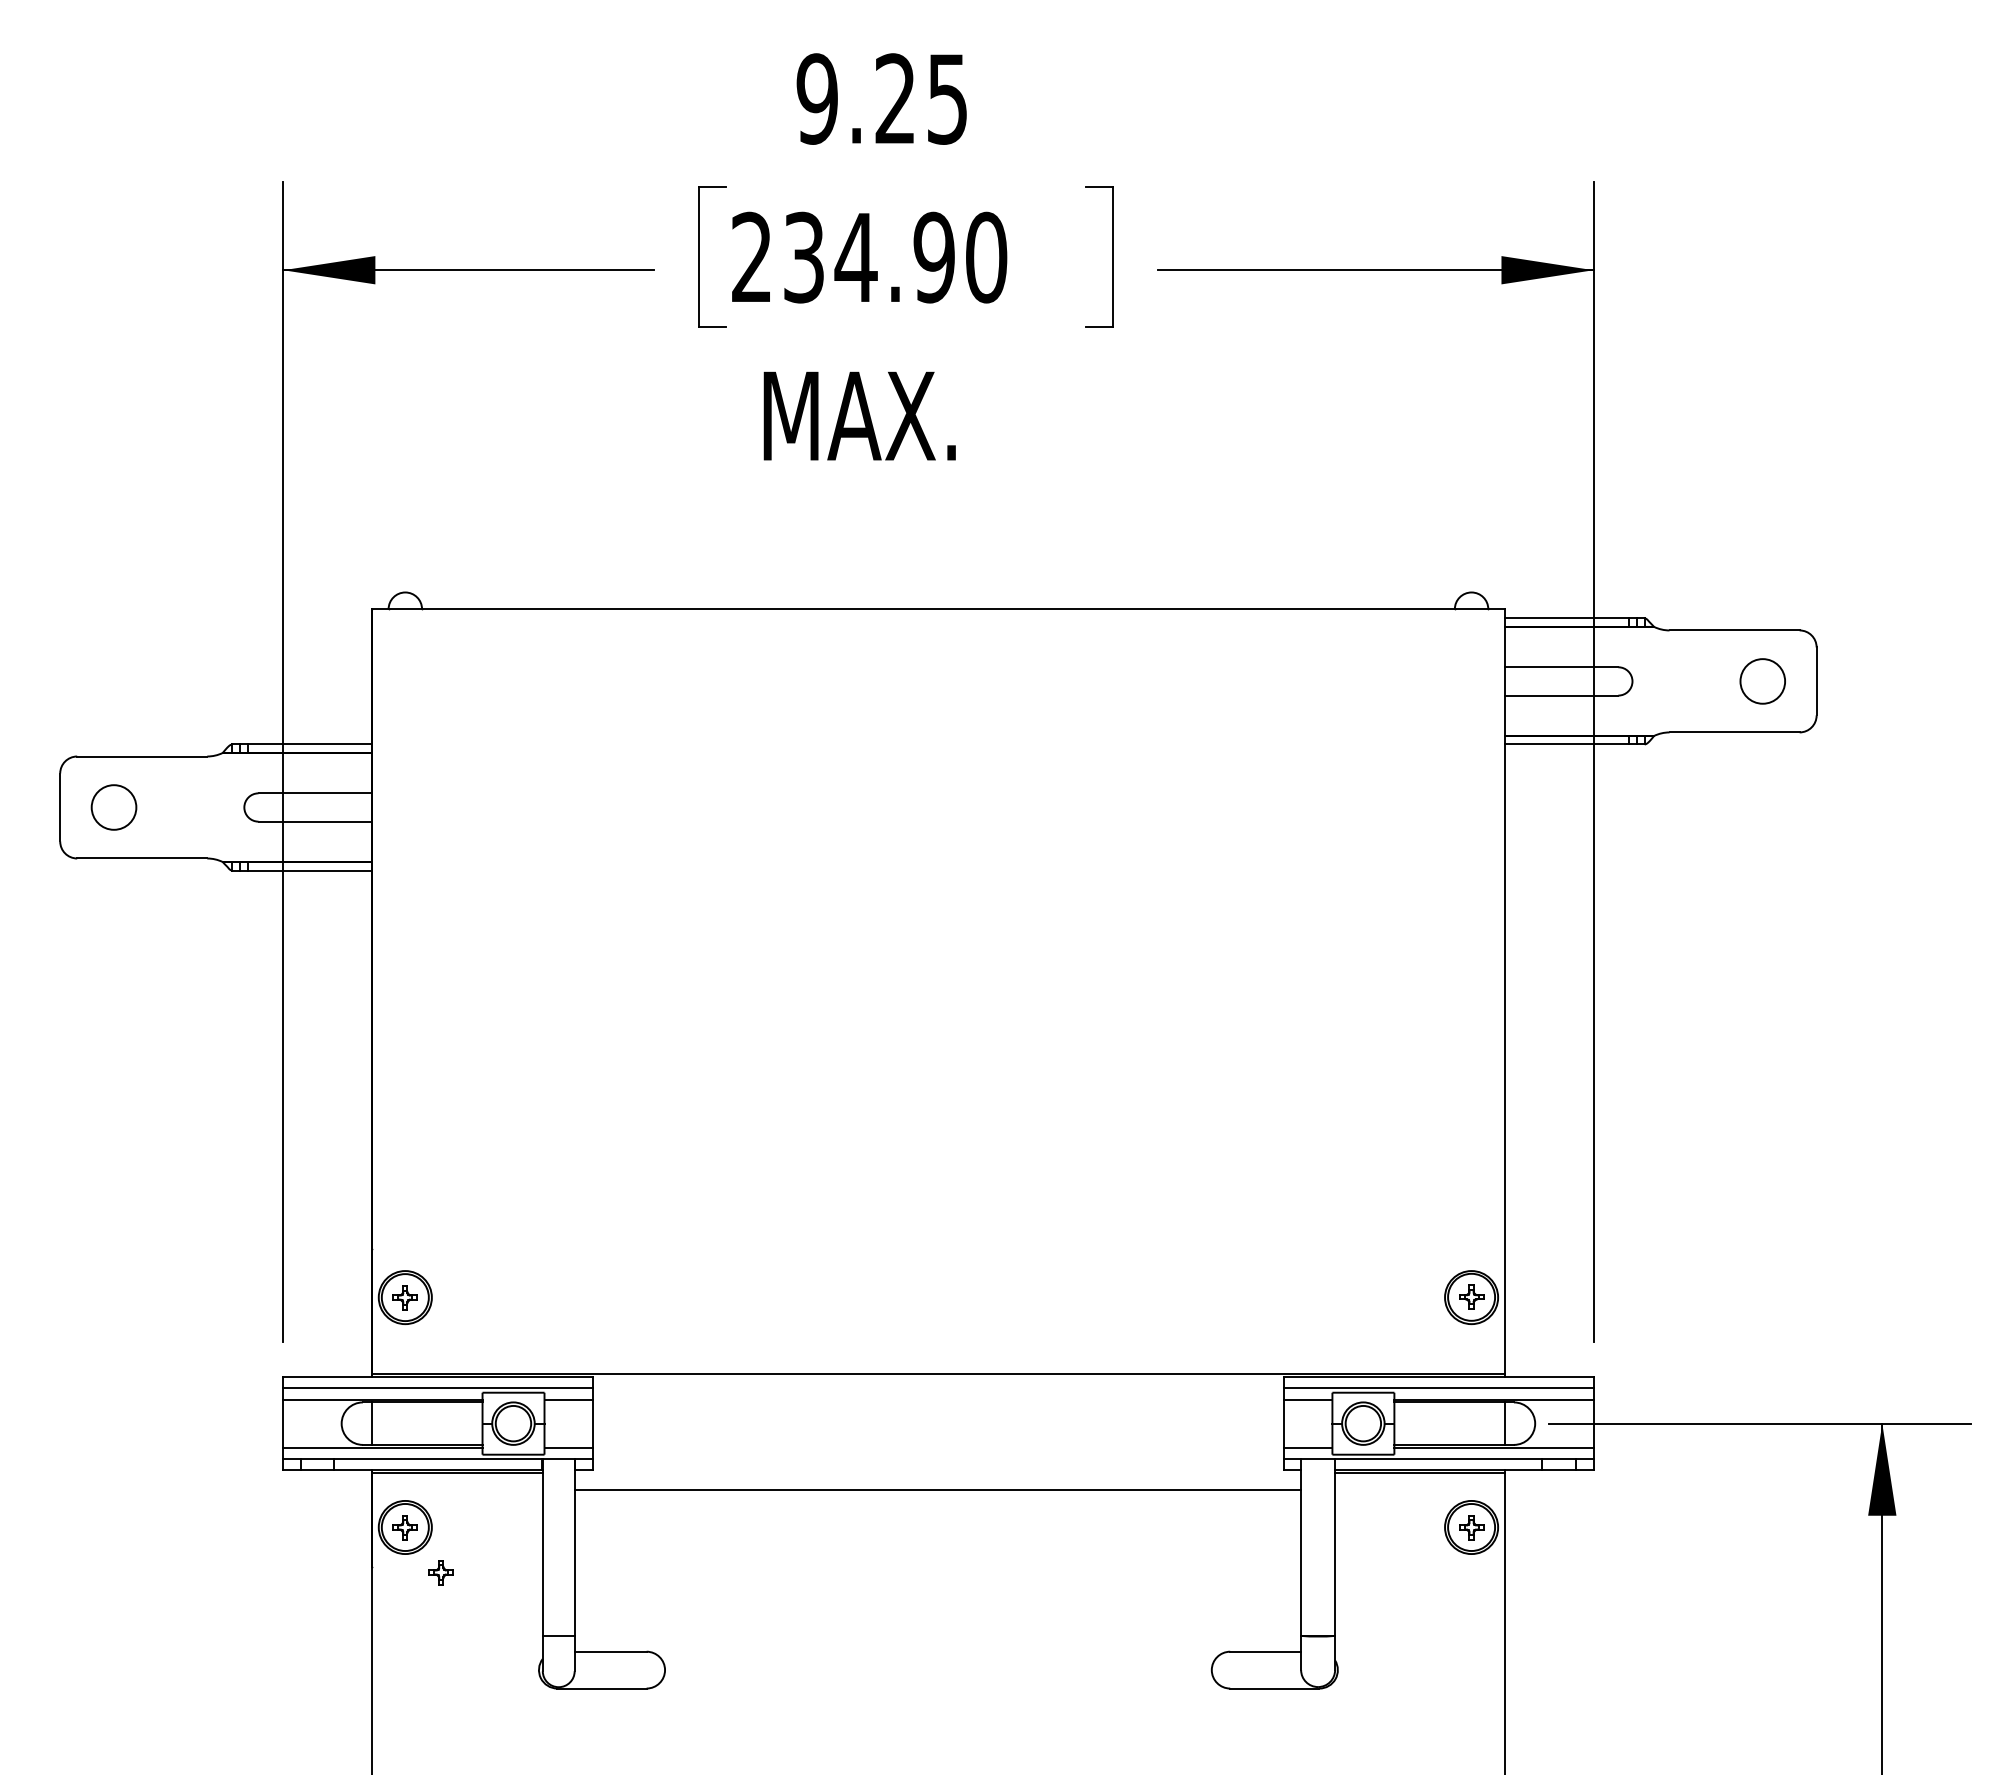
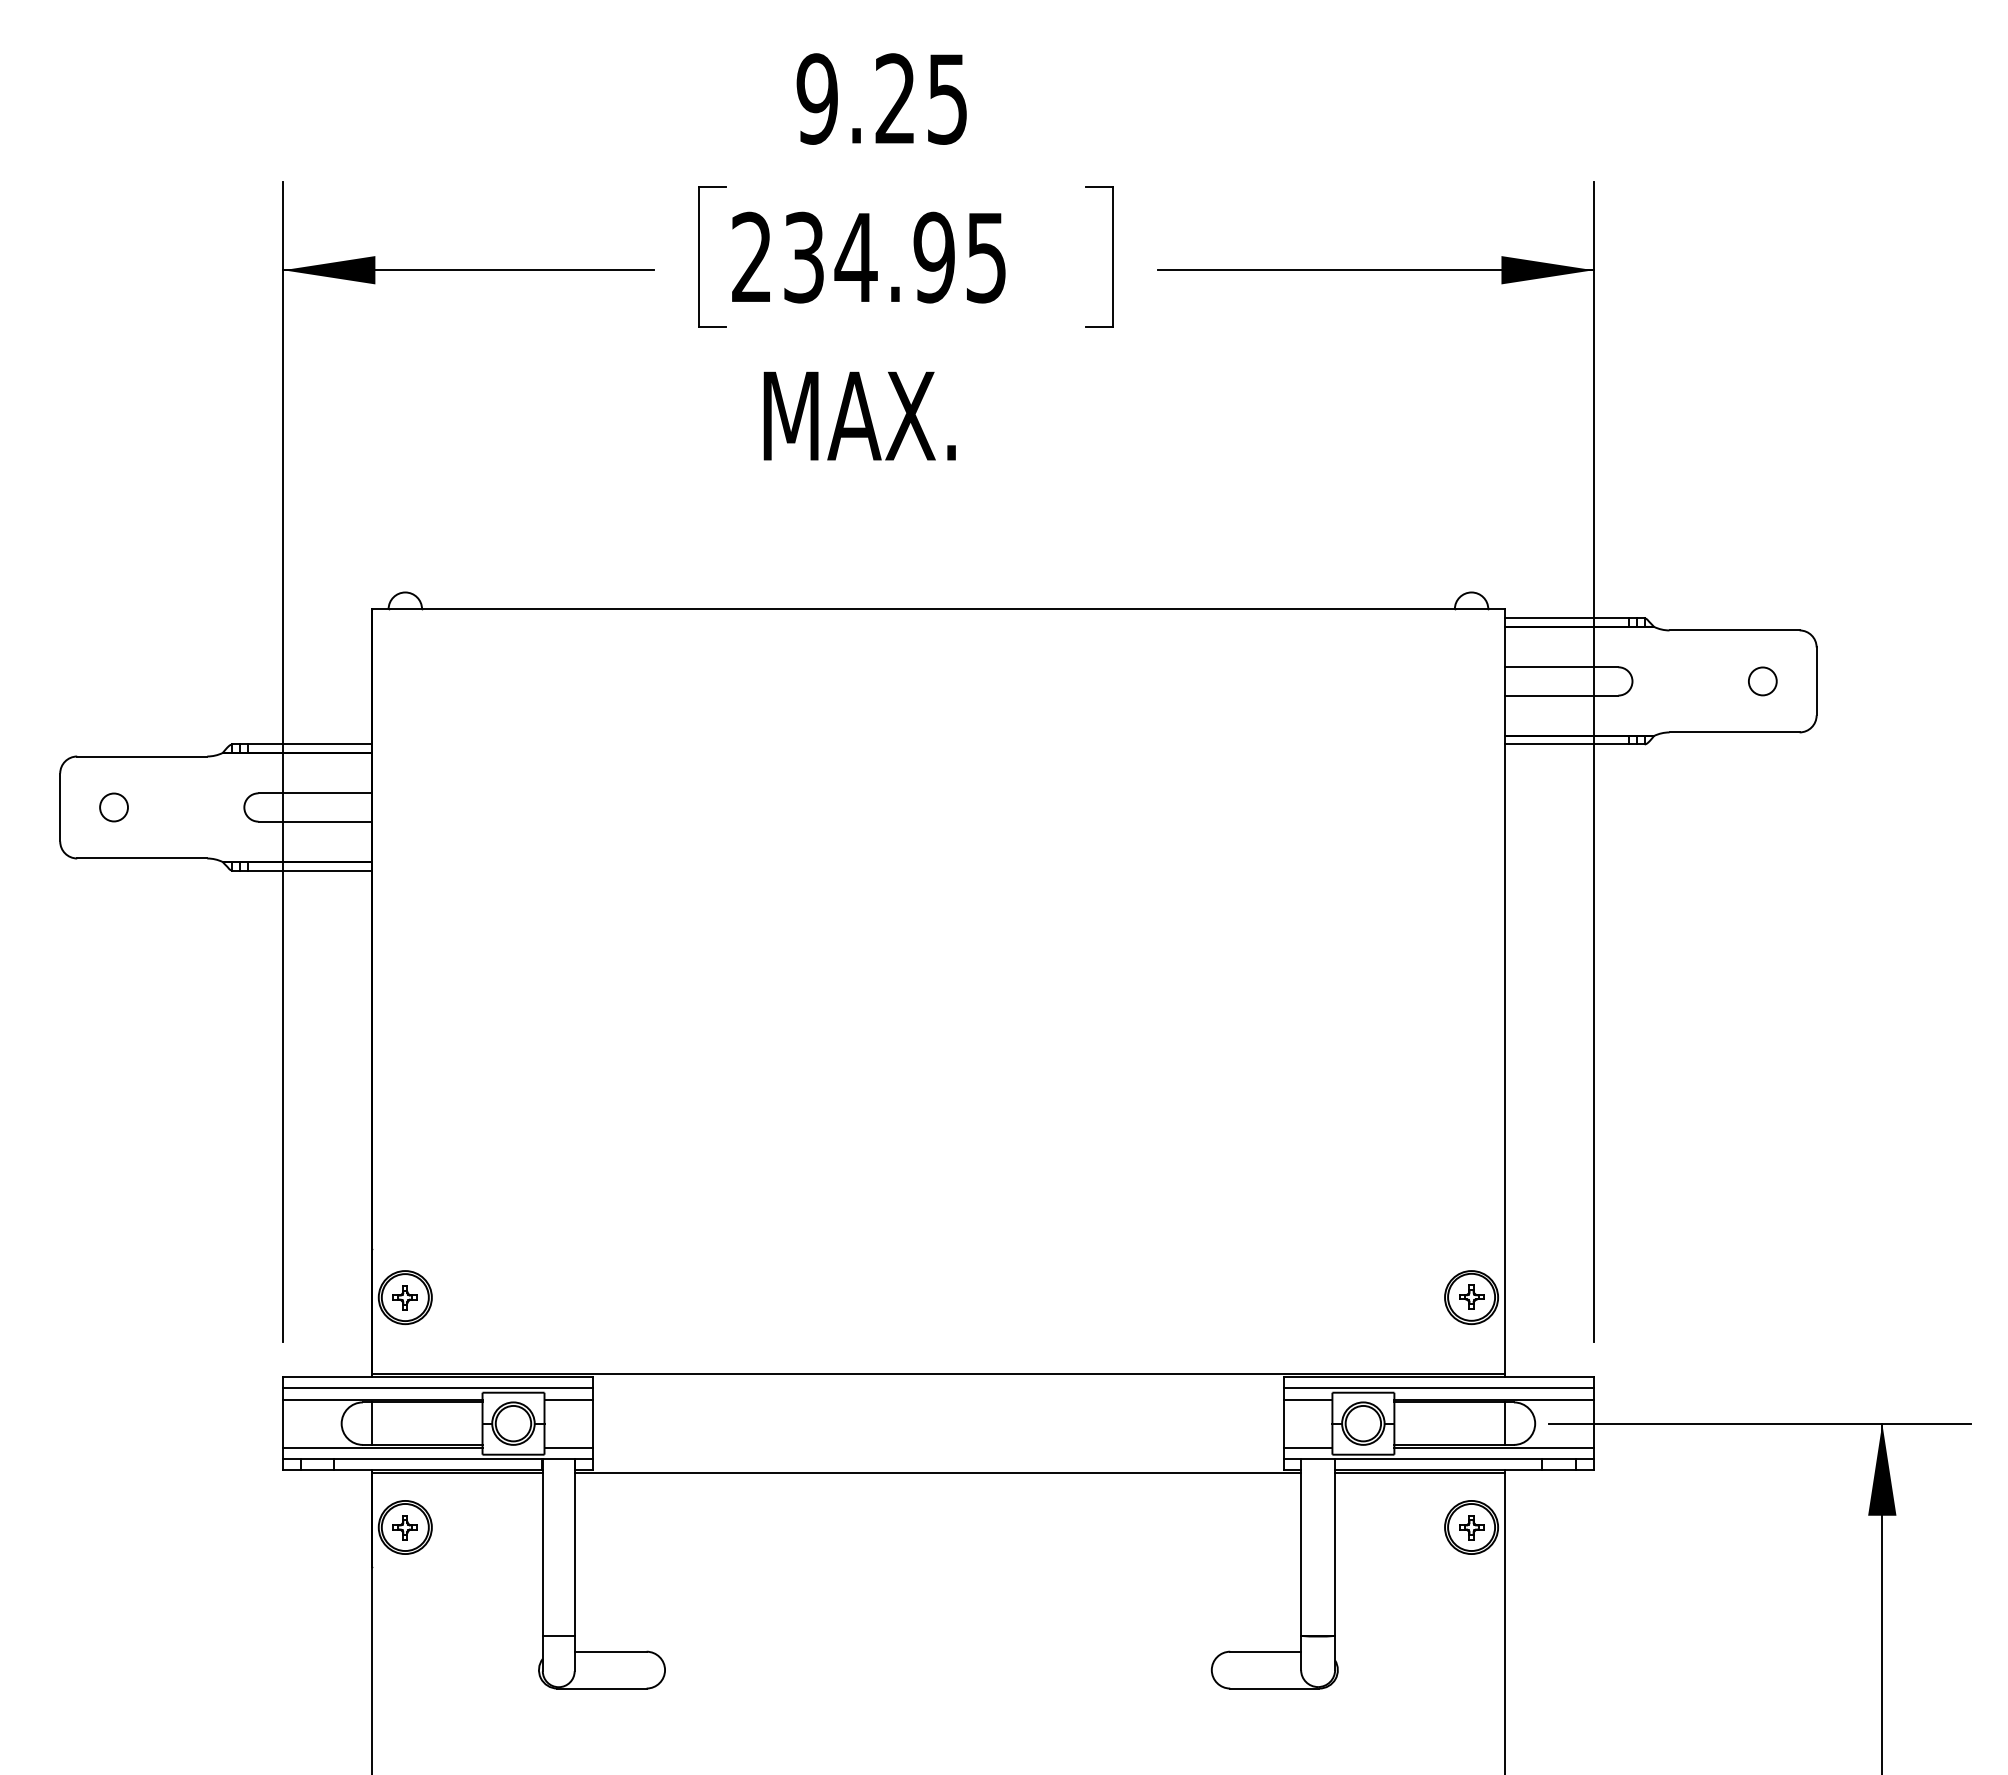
text at (986, 257): 234.90 -> 234.95
circle at (1762, 681) diameter: 45 px -> 28 px
circle at (113, 807) diameter: 45 px -> 28 px
line at (937, 1490) position: (937, 1490) -> (937, 1473)
part at (440, 1572): present -> none
